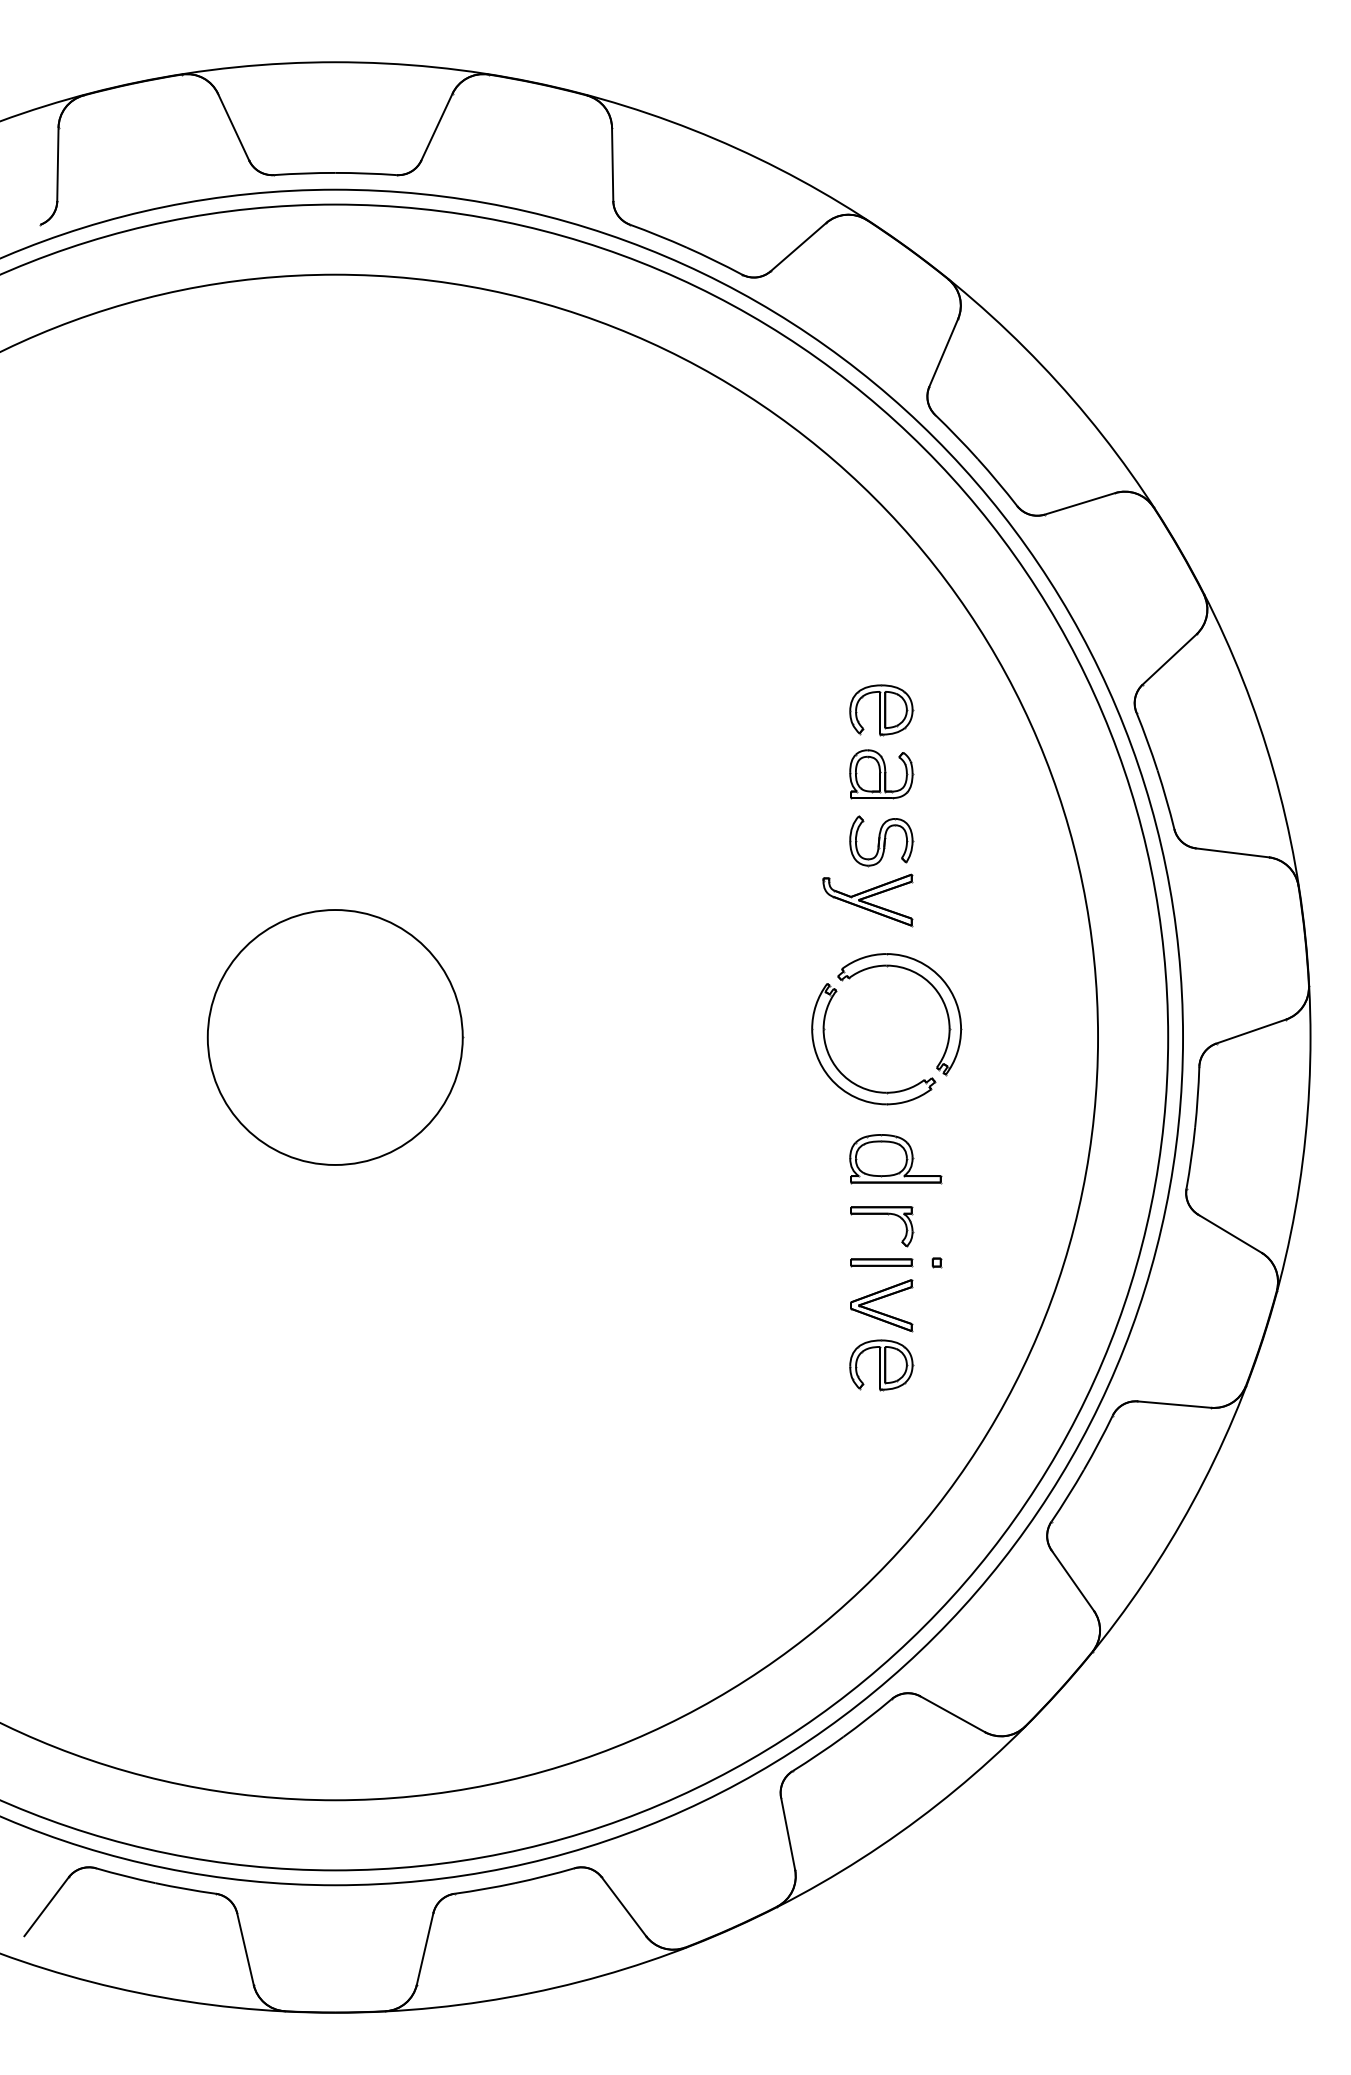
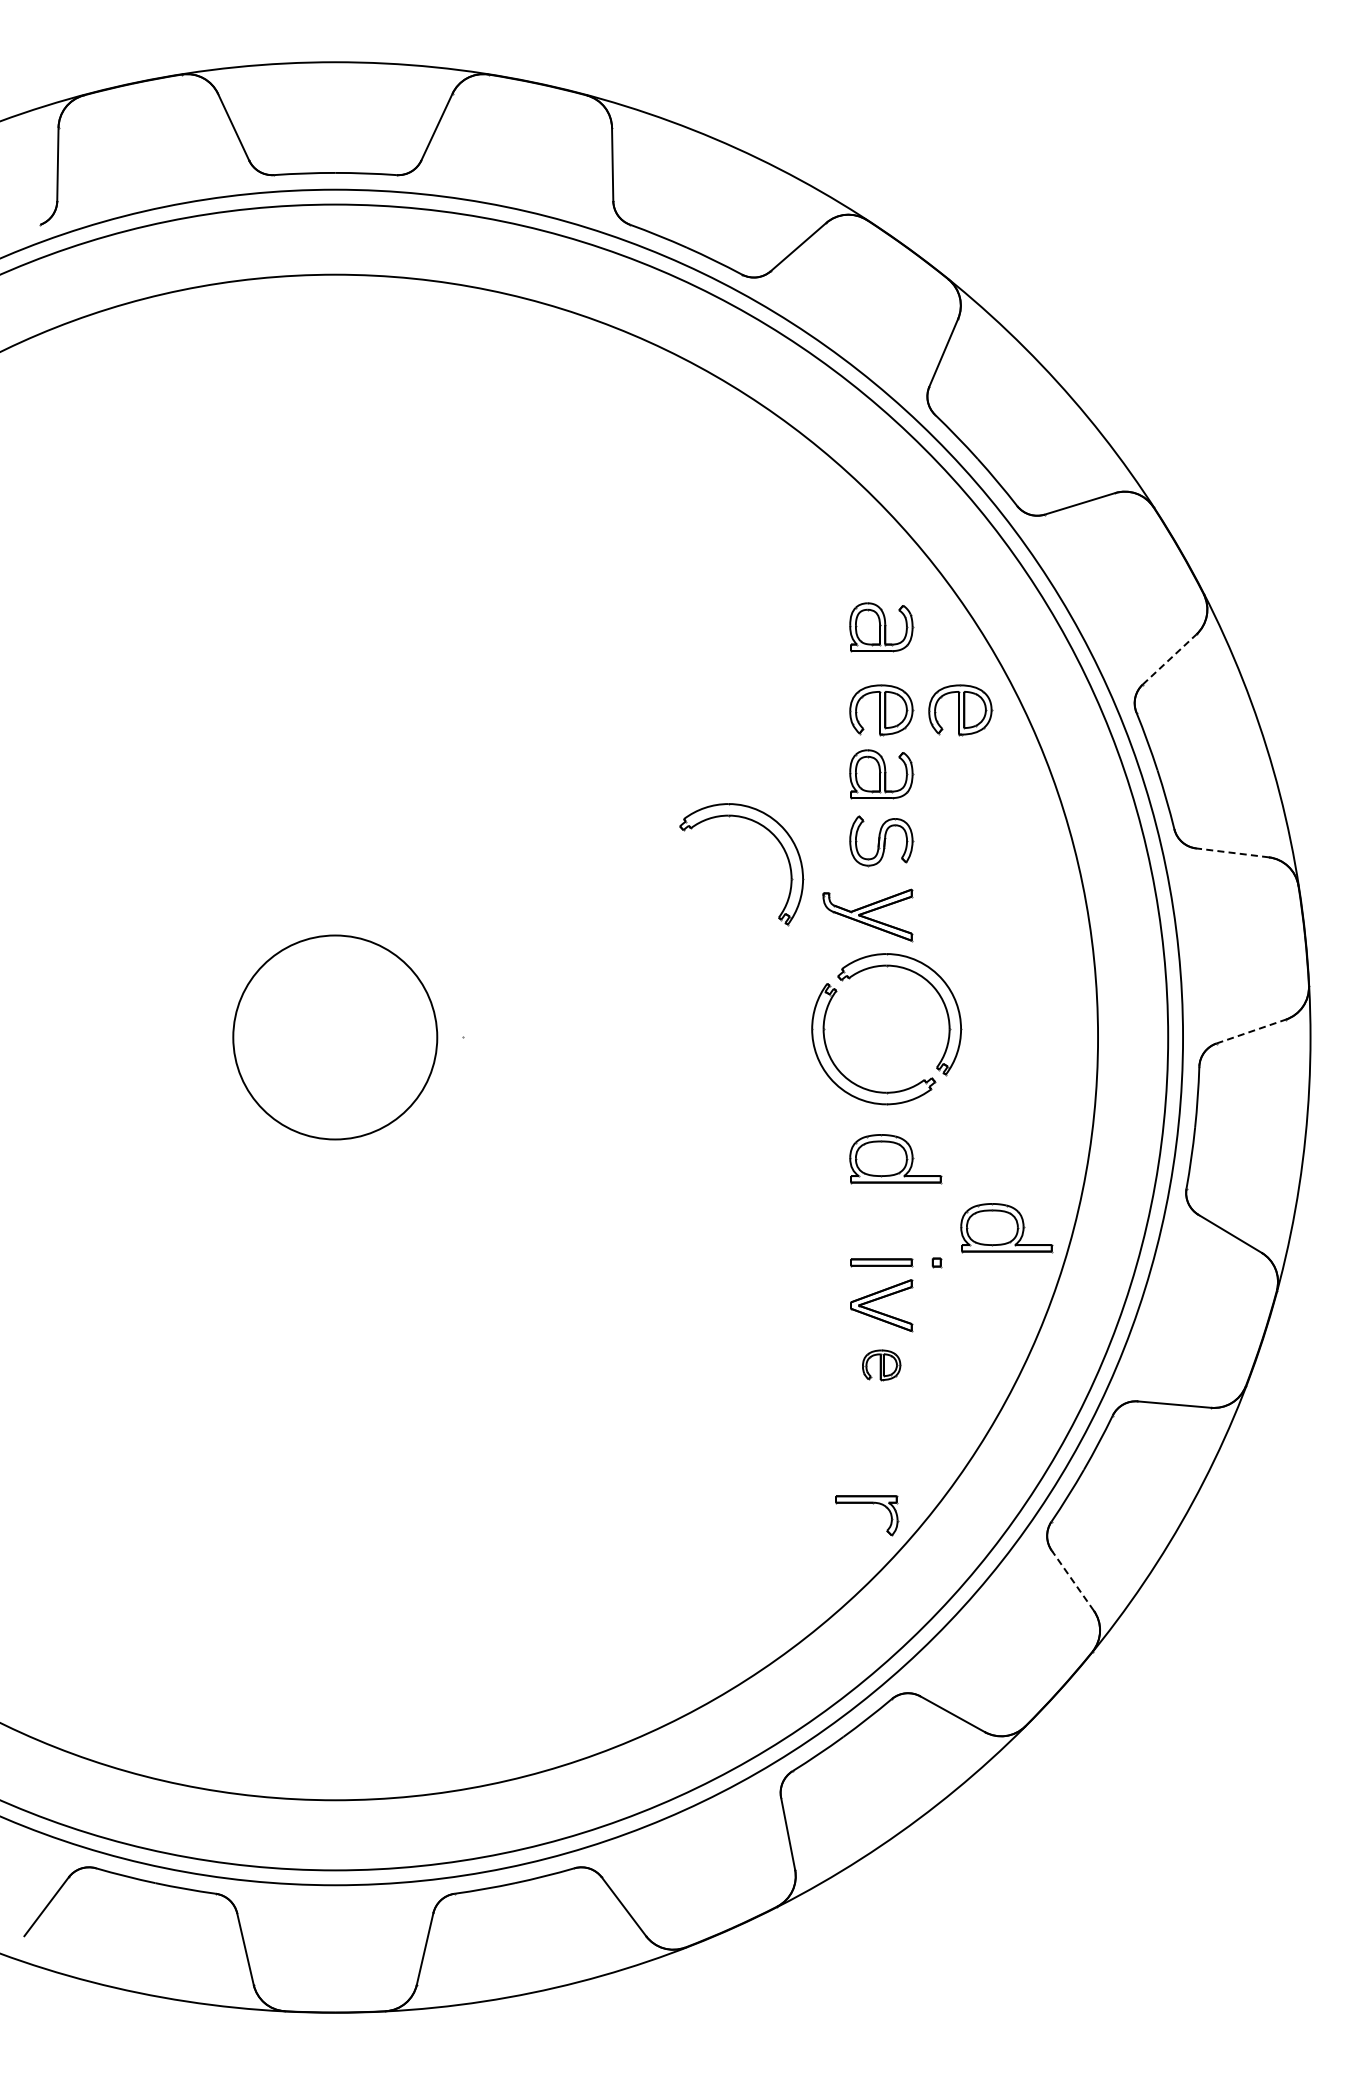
part at (881, 627): none -> present
line at (1169, 659): solid -> dashed
part at (960, 710): none -> present
part at (771, 834): none -> present
line at (1232, 852): solid -> dashed
part at (867, 900) position: (867, 900) -> (867, 915)
line at (1251, 1031): solid -> dashed
circle at (334, 1037) diameter: 255 px -> 204 px
part at (882, 1214) position: (882, 1214) -> (867, 1503)
part at (1006, 1228): none -> present
part at (881, 1365) size: 66x53 px -> 40x33 px
line at (1072, 1580): solid -> dashed
